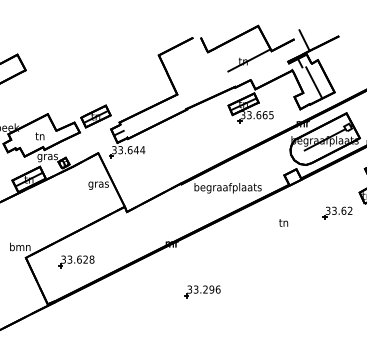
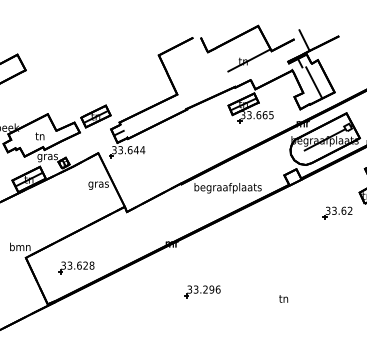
text at (283, 222) position: (283, 222) -> (283, 298)
part at (76, 261) position: (76, 261) -> (76, 267)
